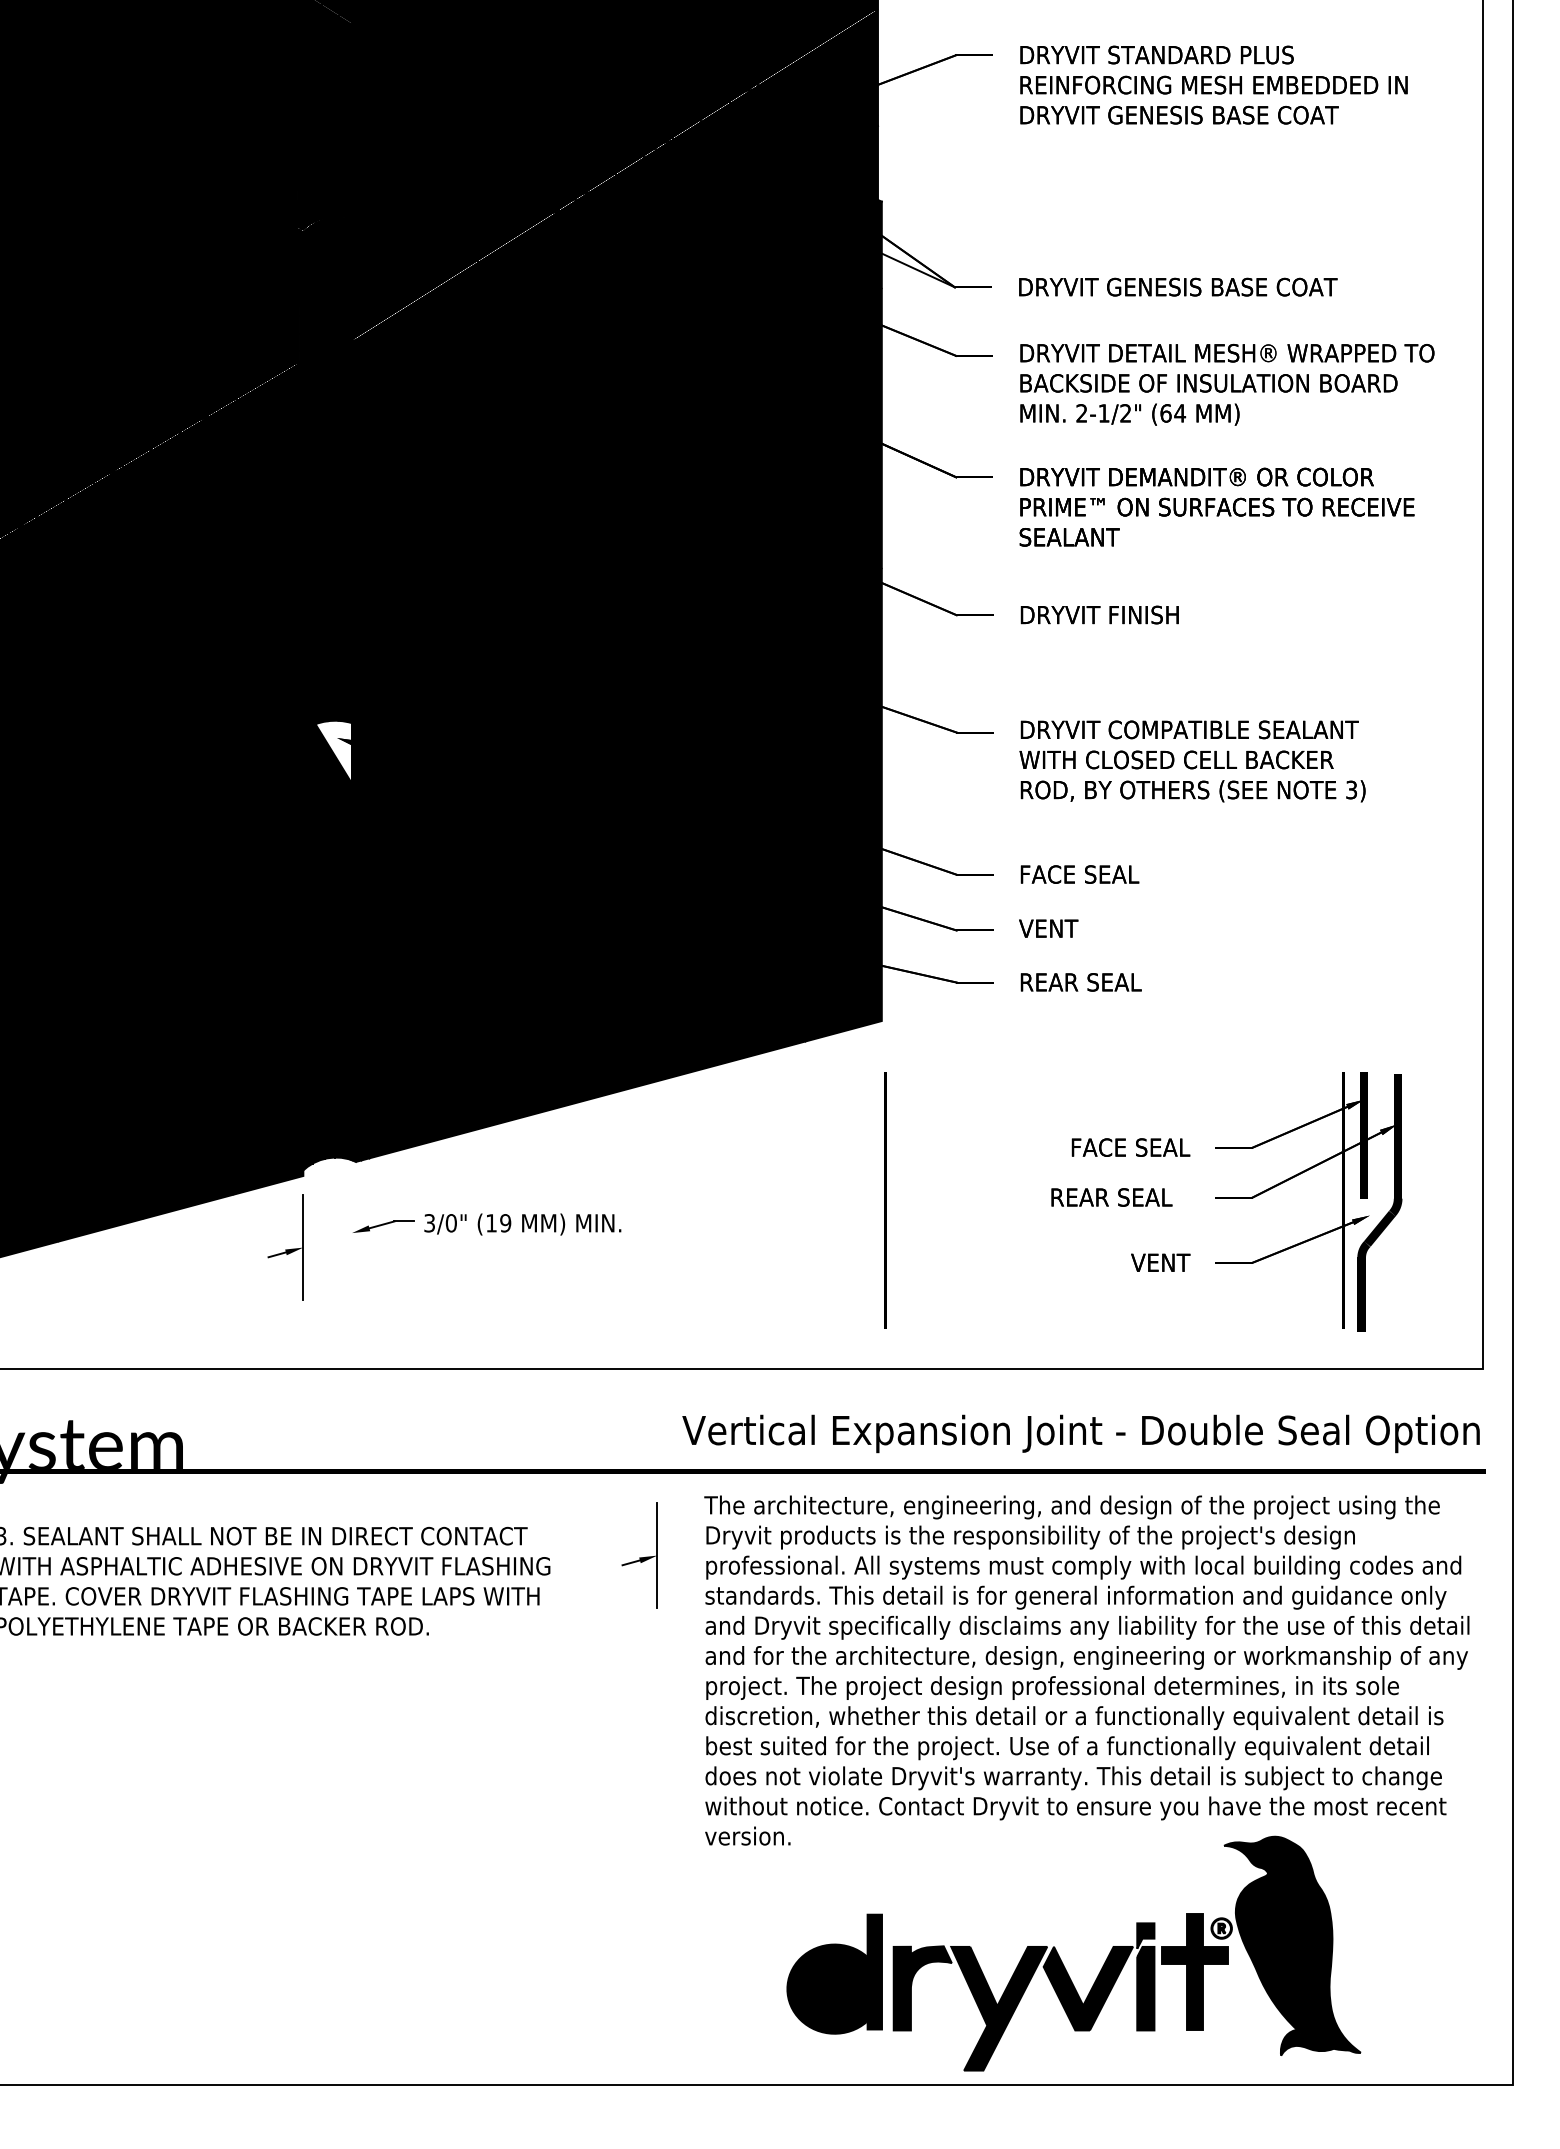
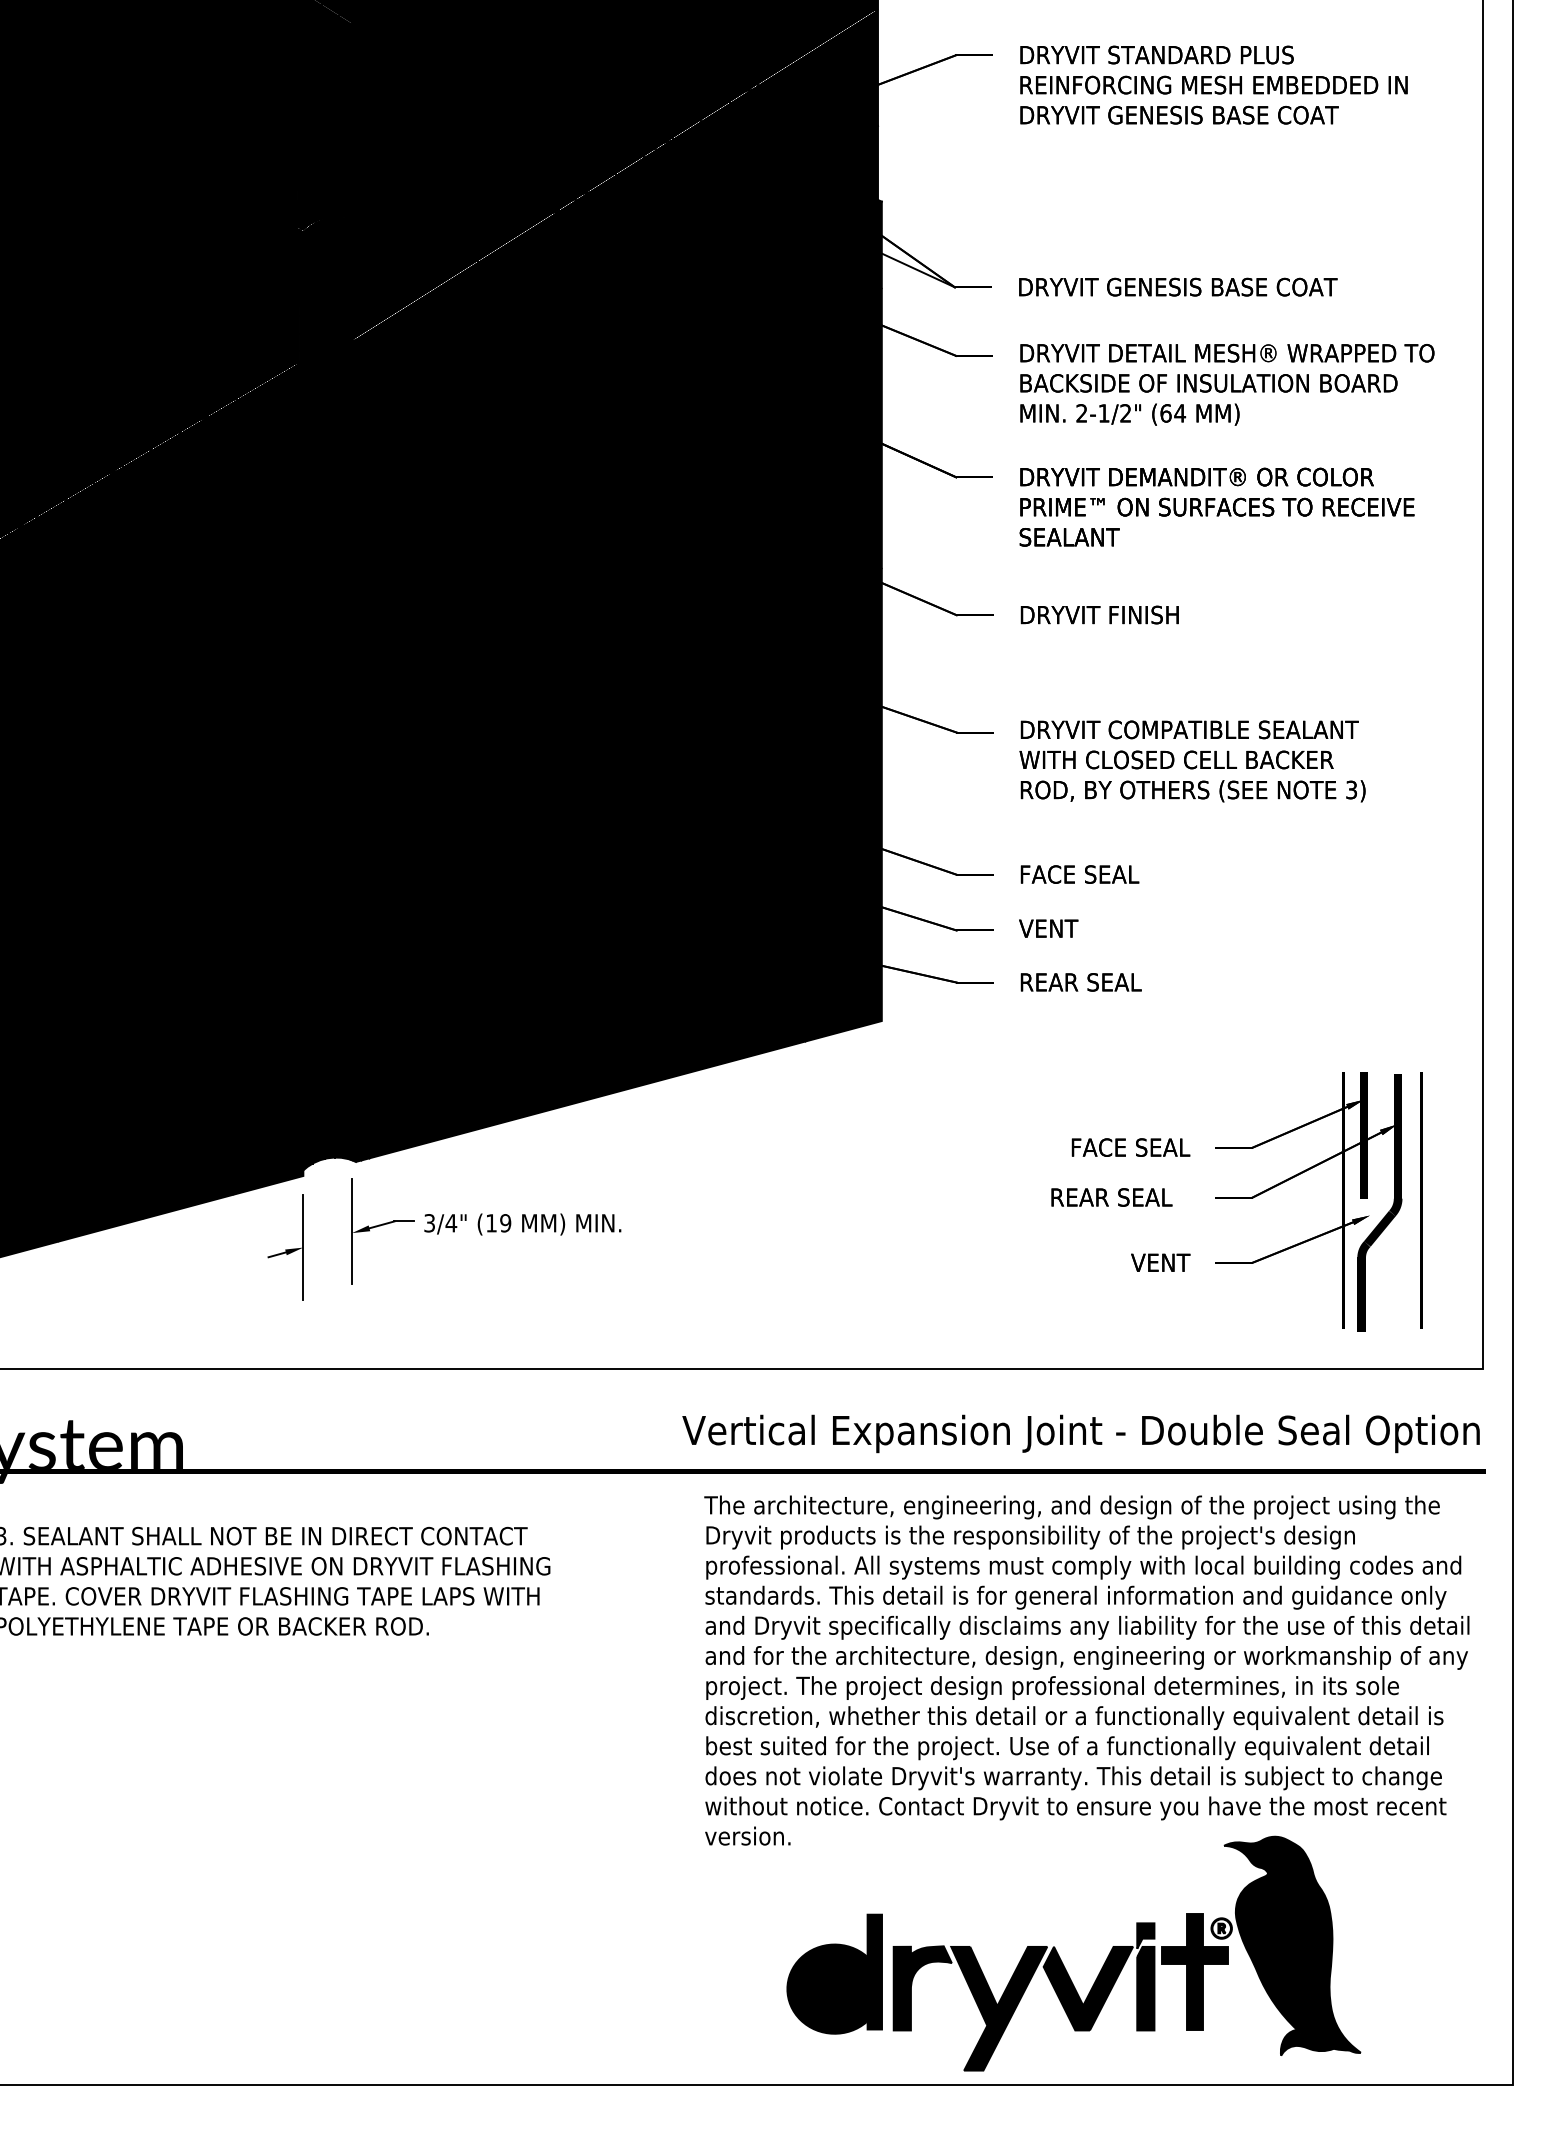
fill at (333, 751): none -> present
line at (885, 1200) position: (885, 1200) -> (1421, 1200)
text at (451, 1223): 3/0" -> 3/4"
line at (352, 1231): none -> present
part at (639, 1555): present -> none
